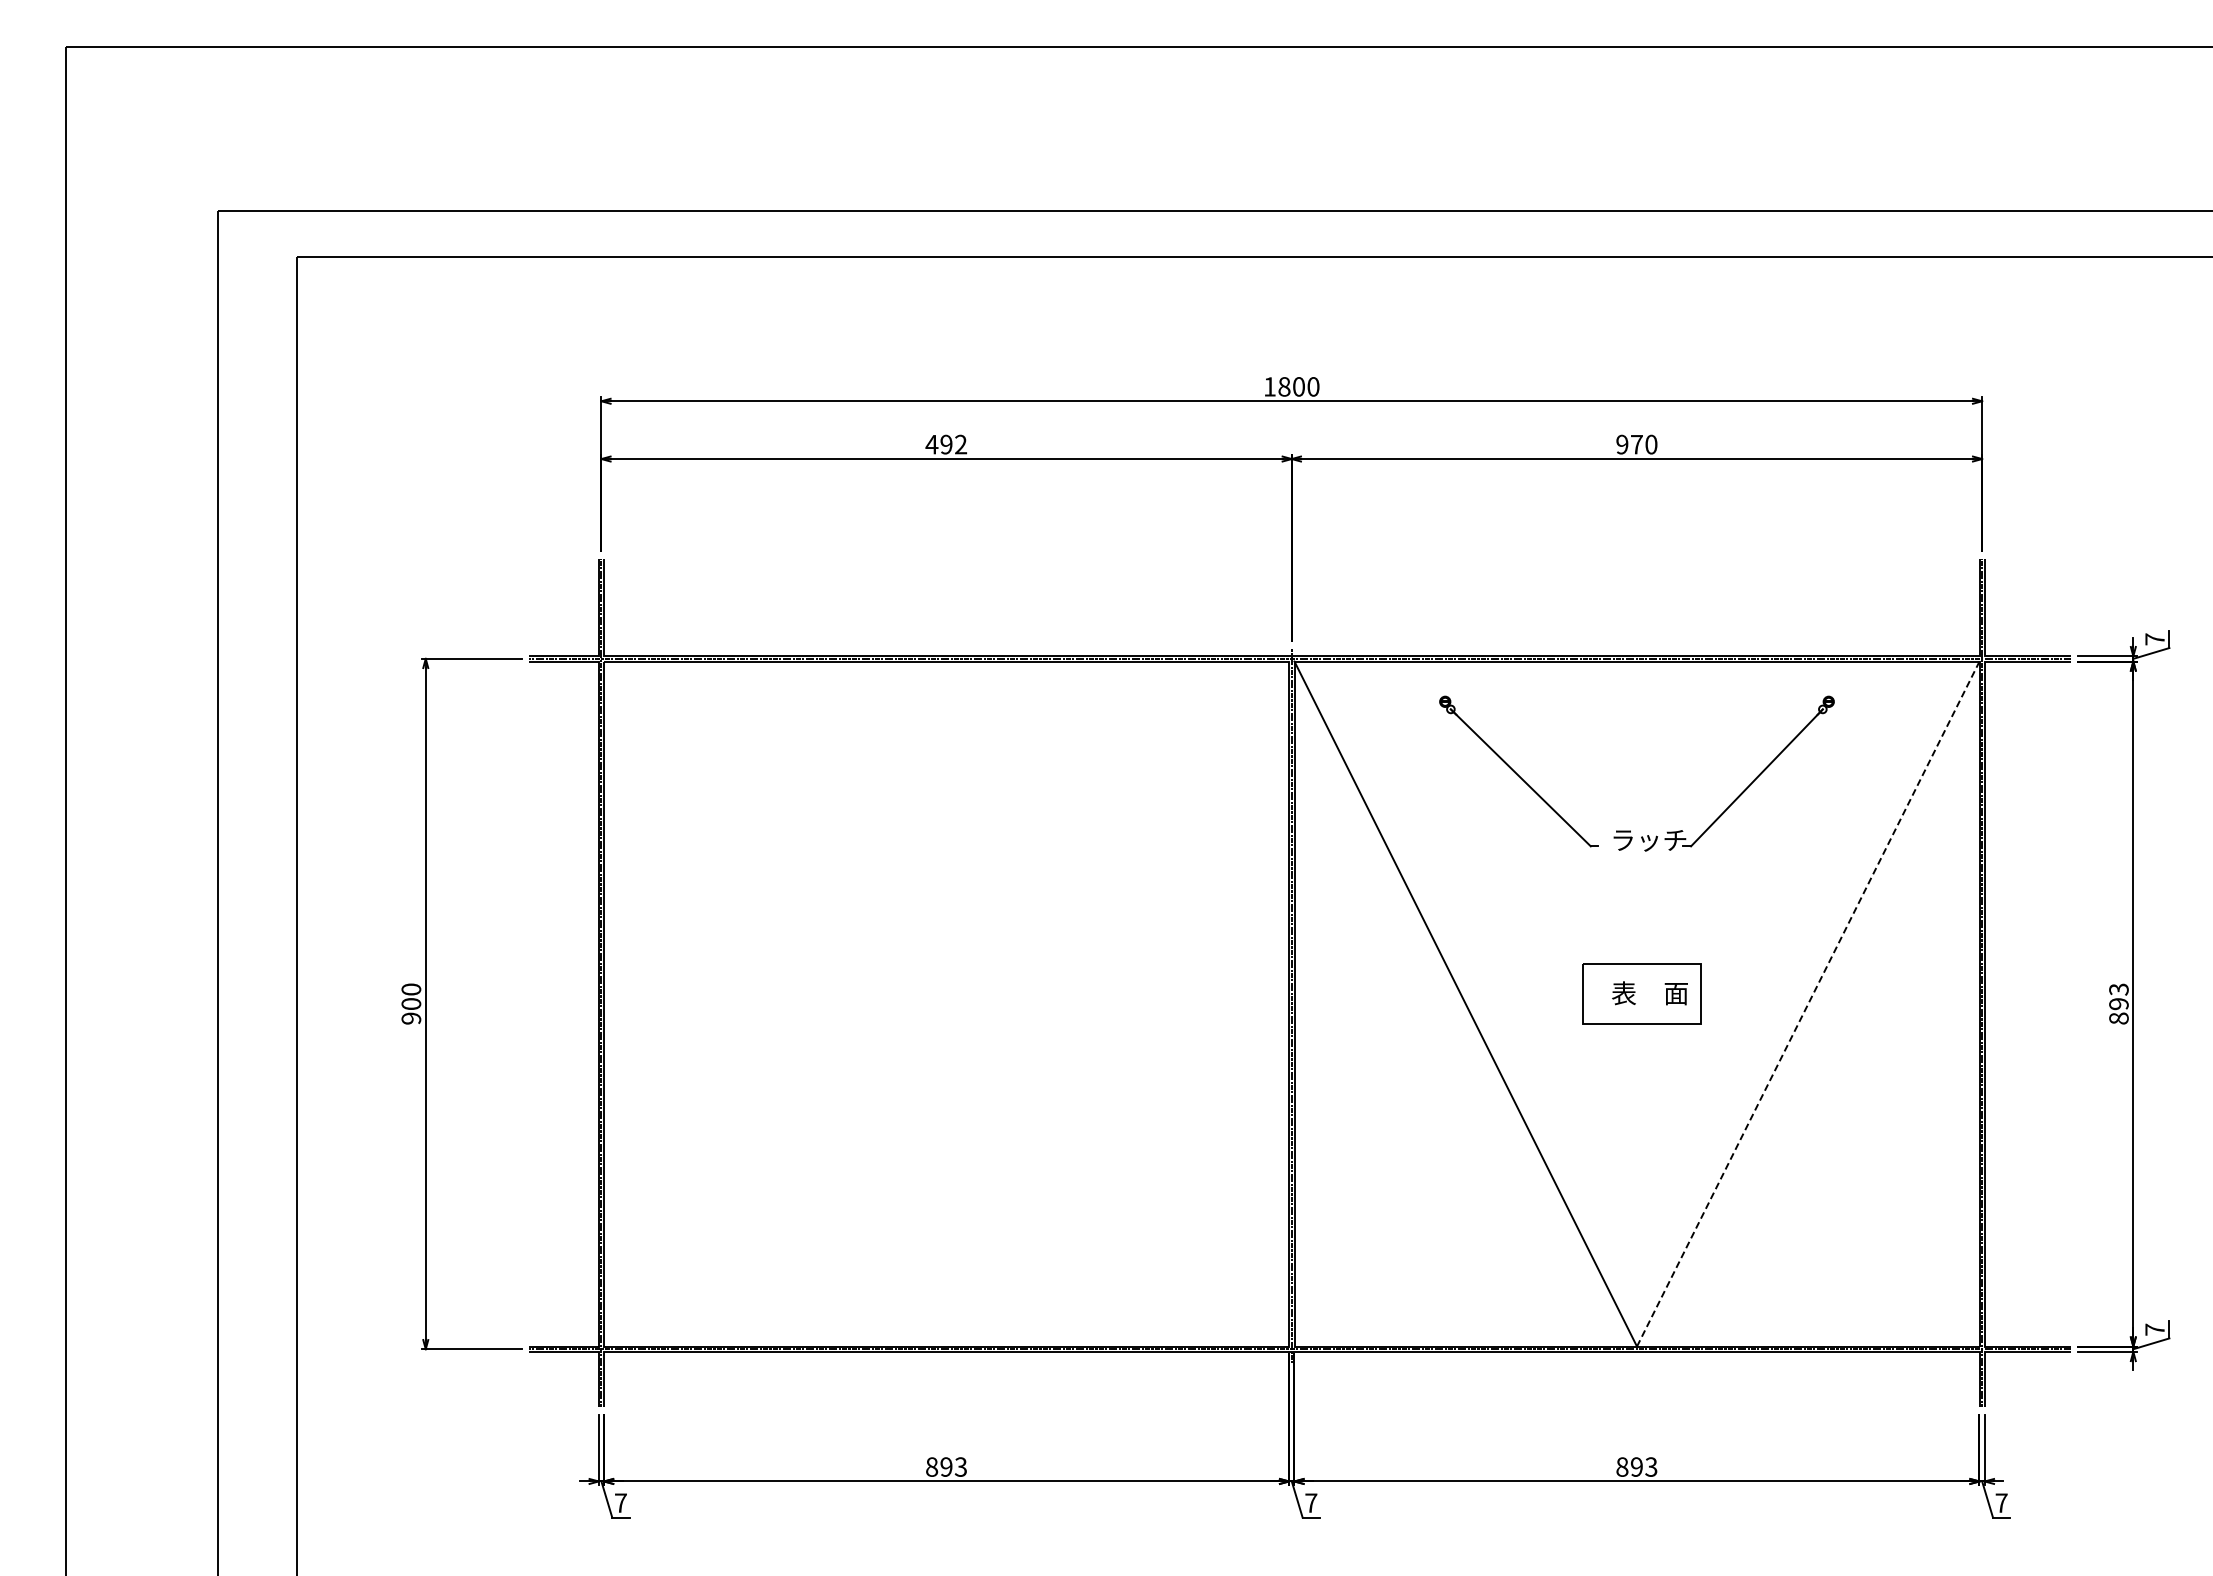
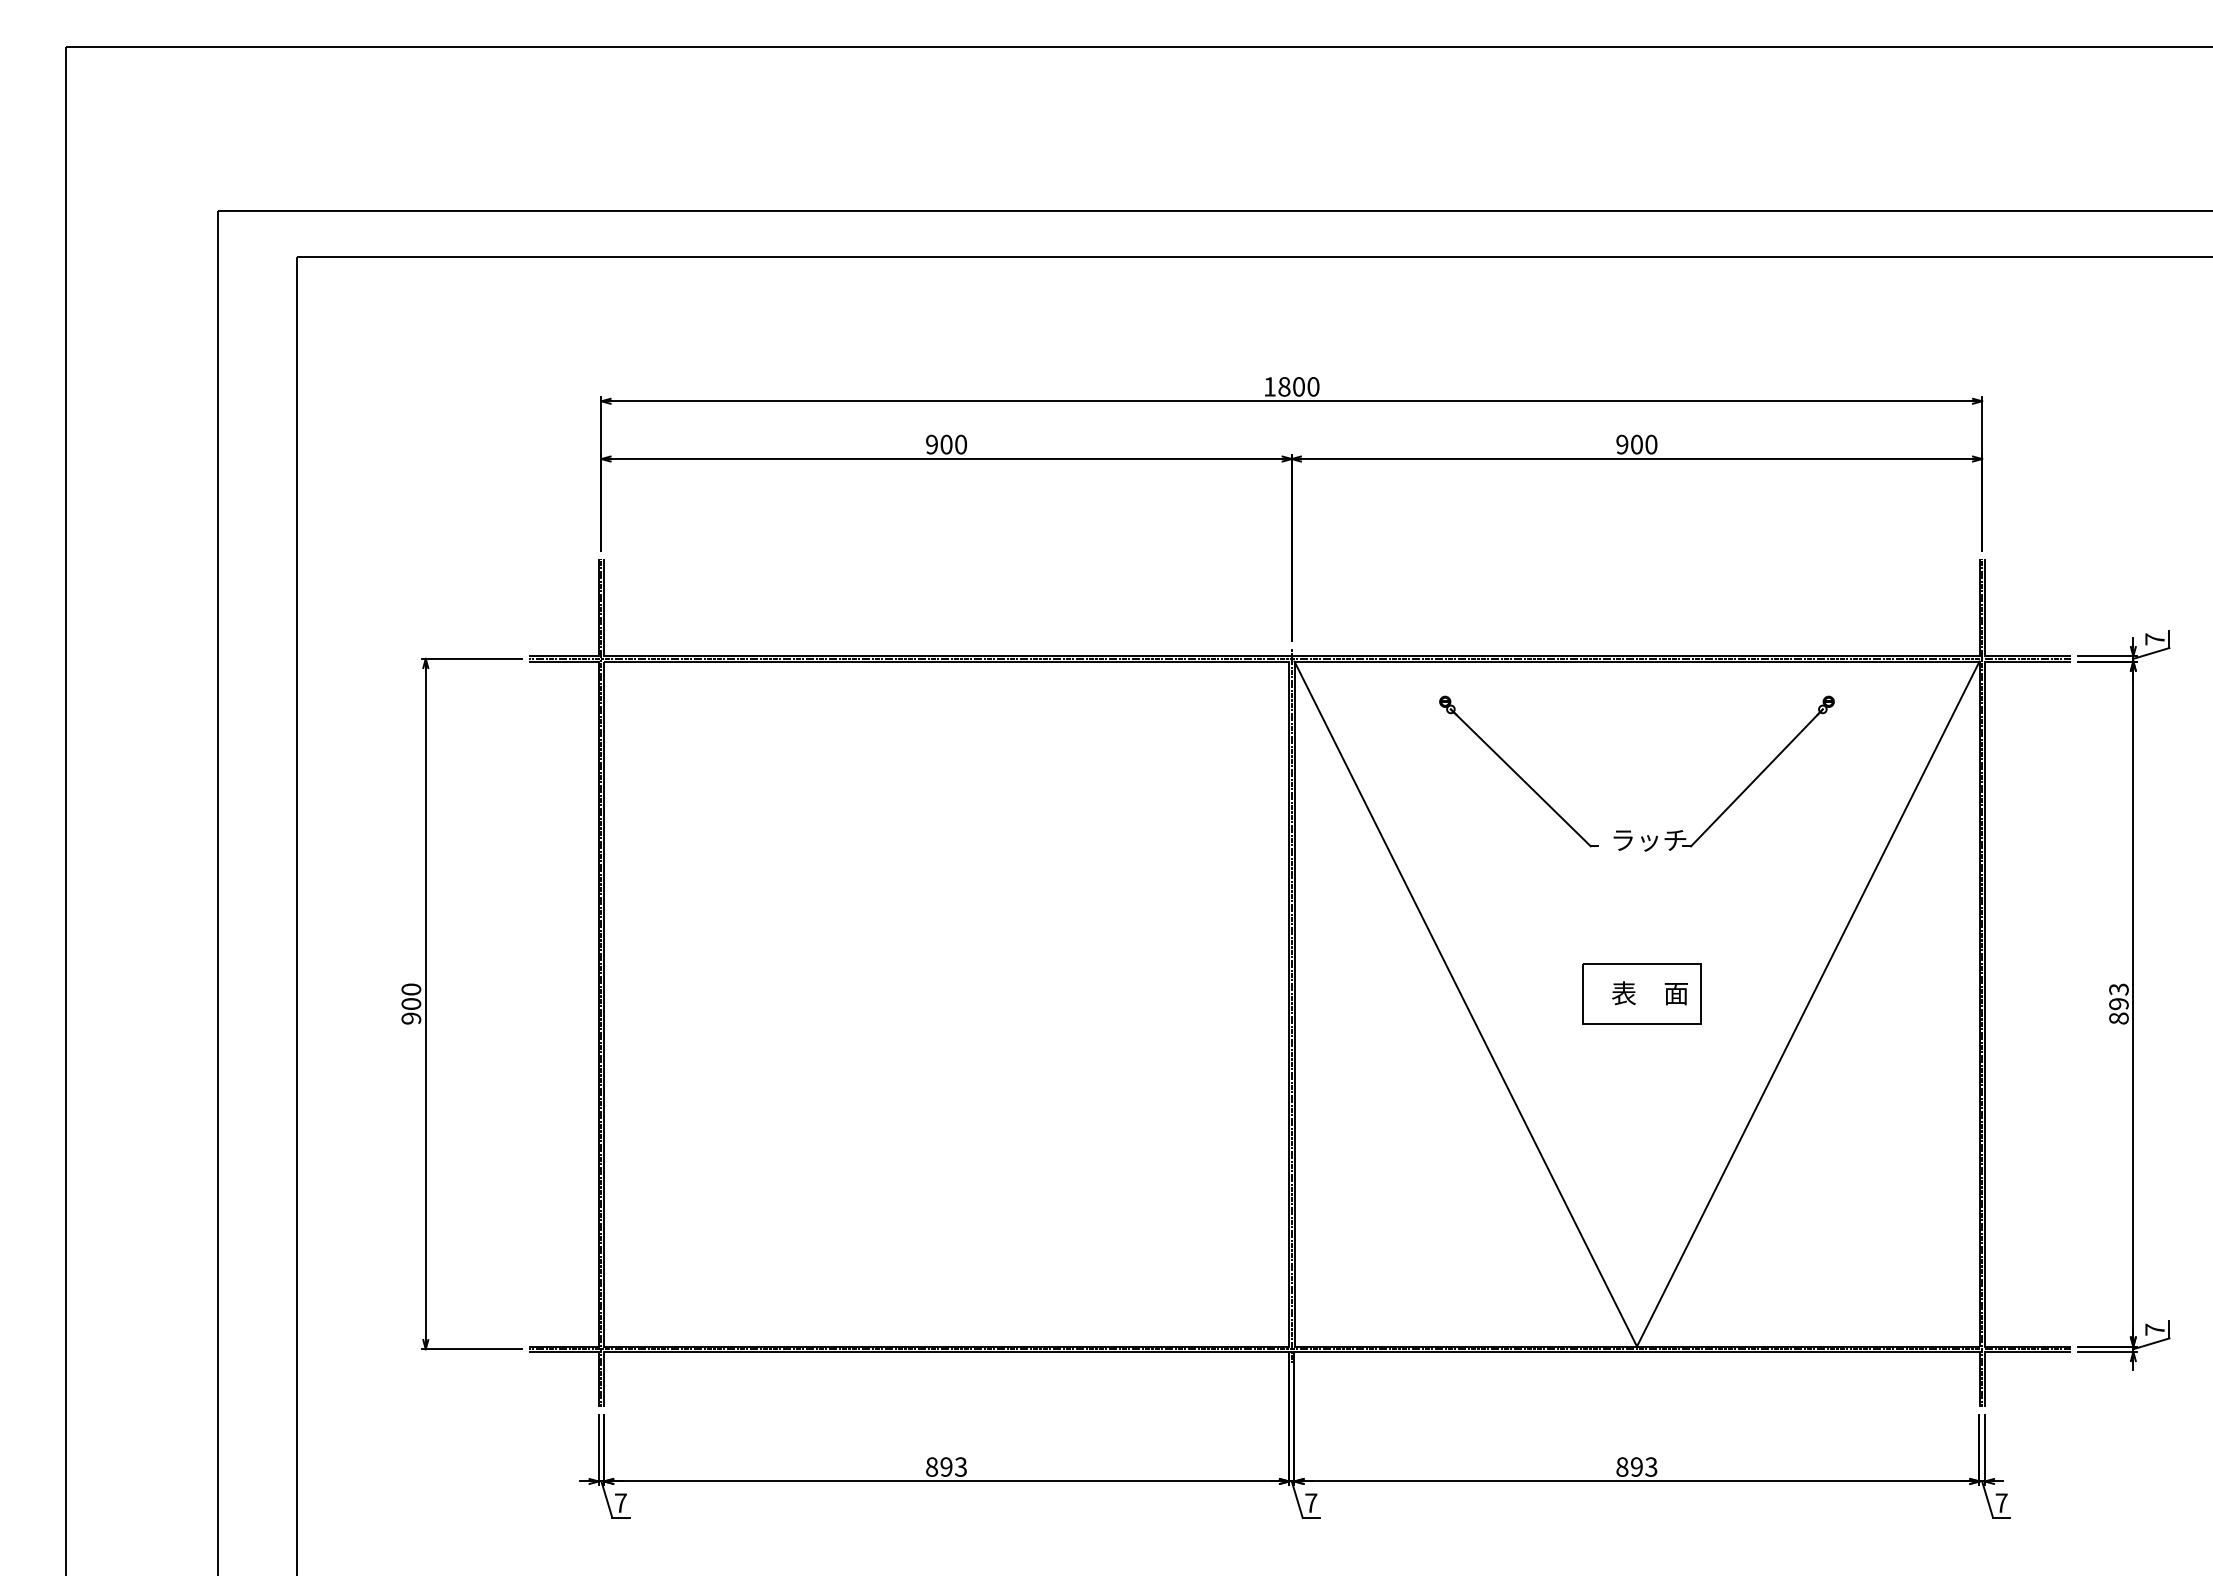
text at (946, 444): 492 -> 900
text at (1636, 444): 970 -> 900
line at (1808, 1004): dashed -> solid
